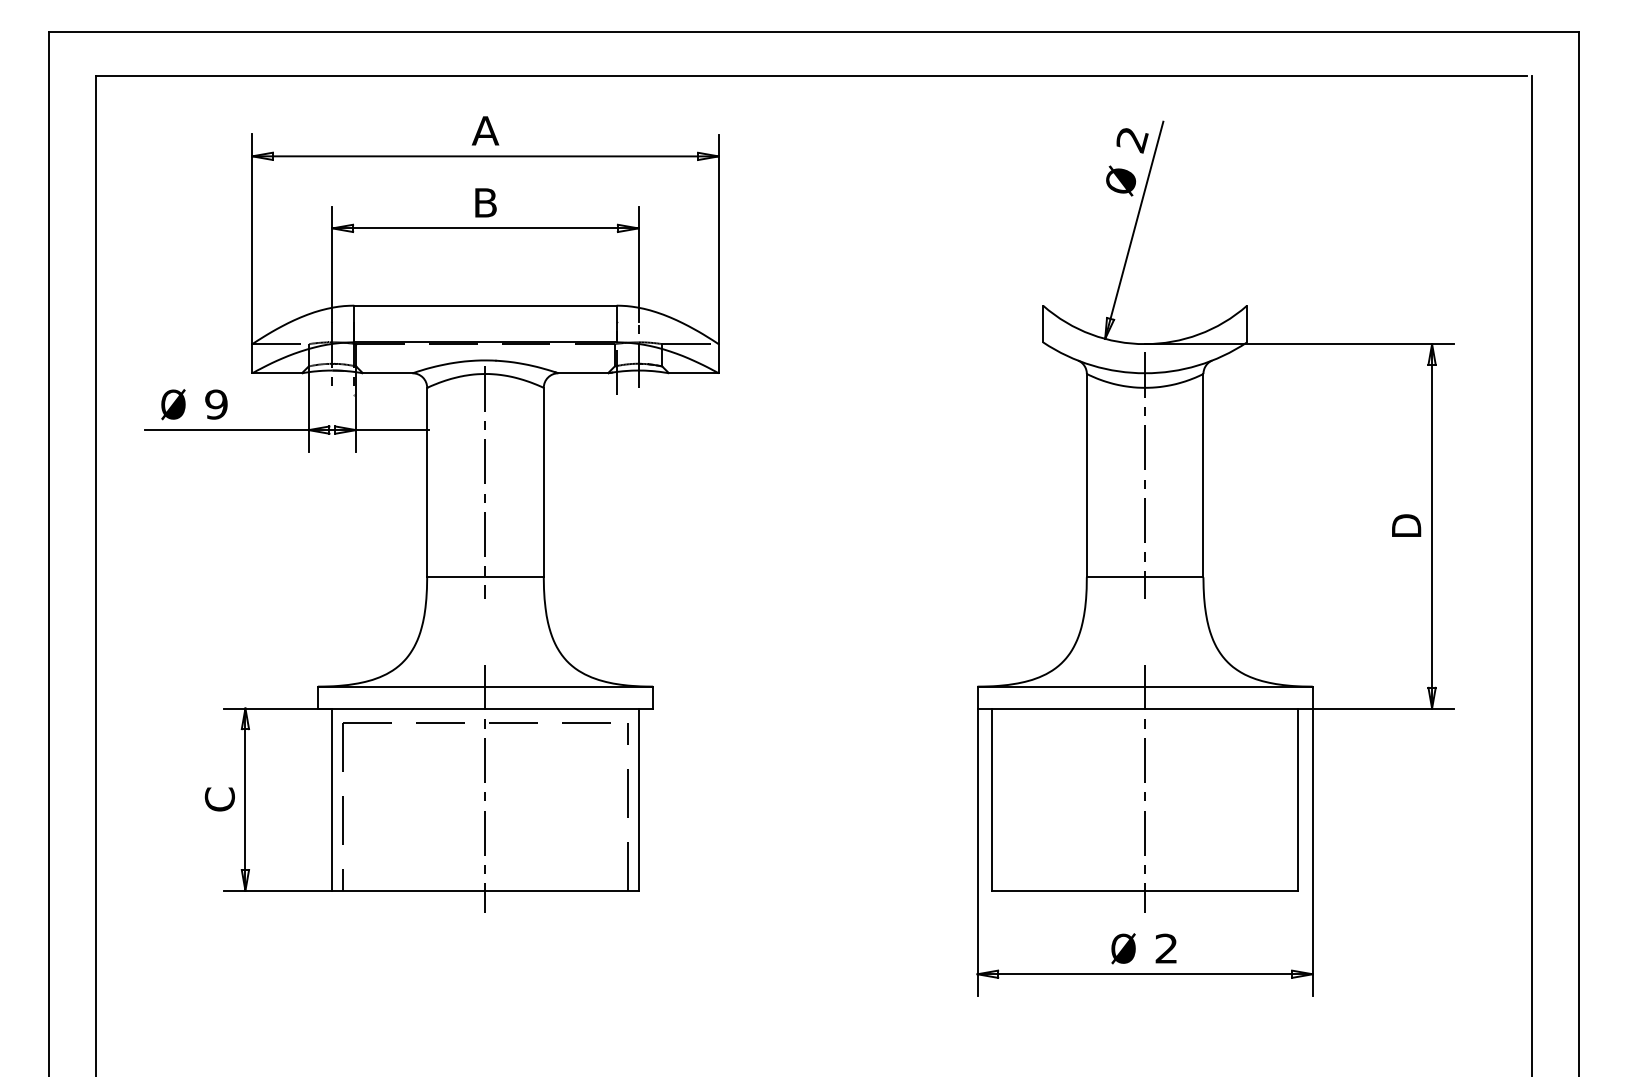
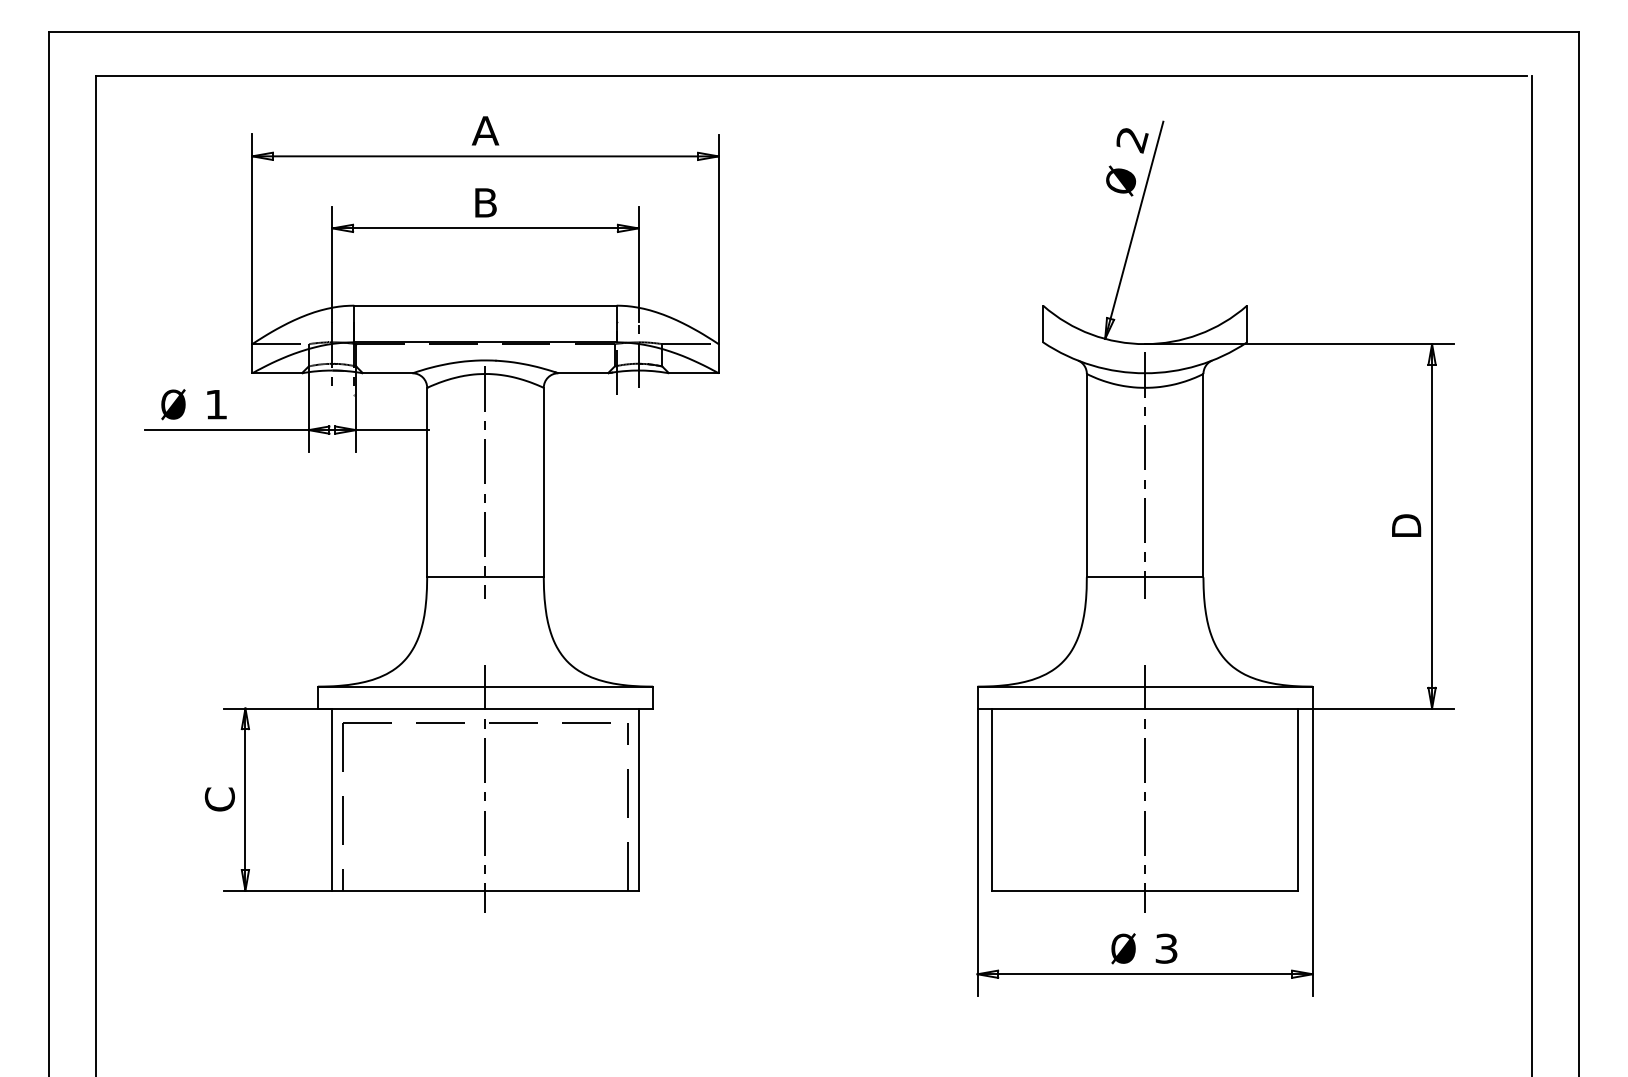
text at (216, 404): 9 -> 1
text at (1166, 948): 2 -> 3
